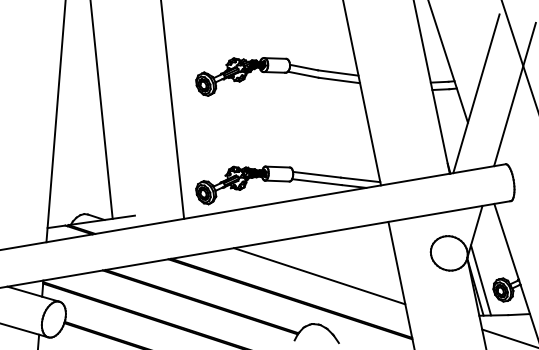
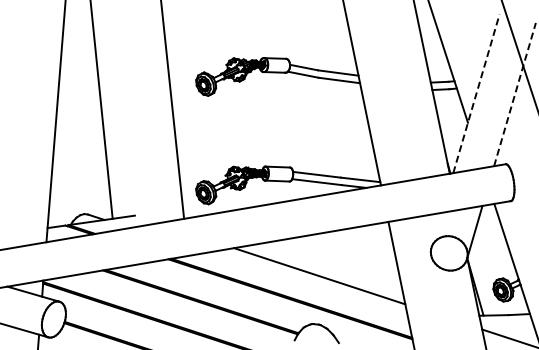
line at (476, 93): solid -> dashed
line at (515, 94): solid -> dashed
line at (481, 280): present -> none
